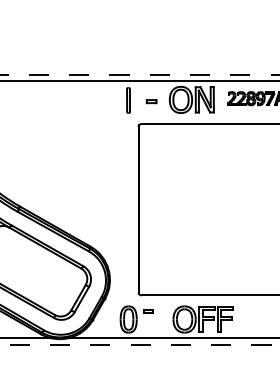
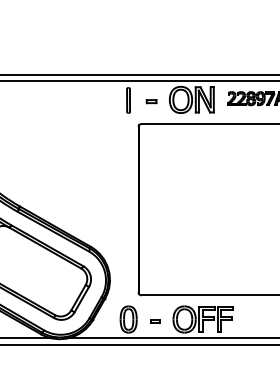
line at (140, 74): dashed -> solid
part at (148, 311) position: (148, 311) -> (155, 321)
line at (140, 344): dashed -> solid
